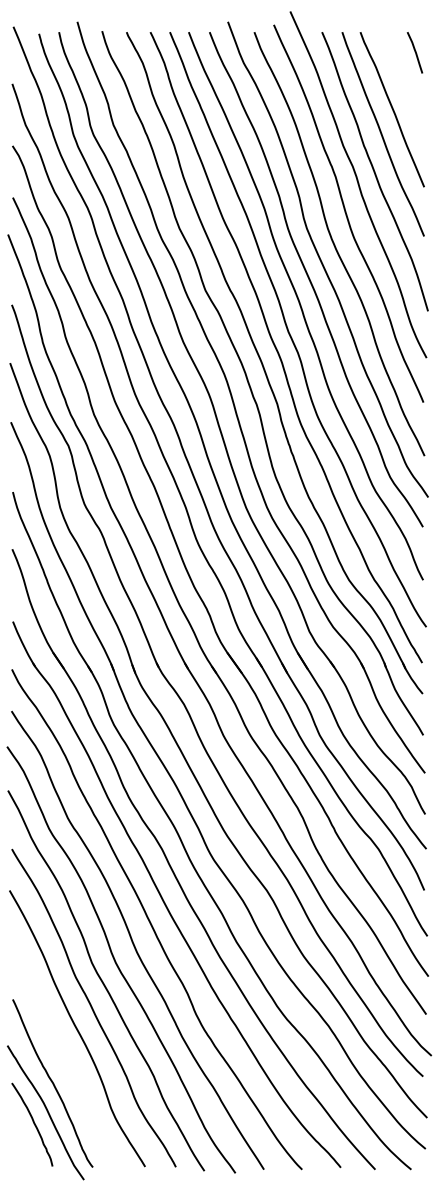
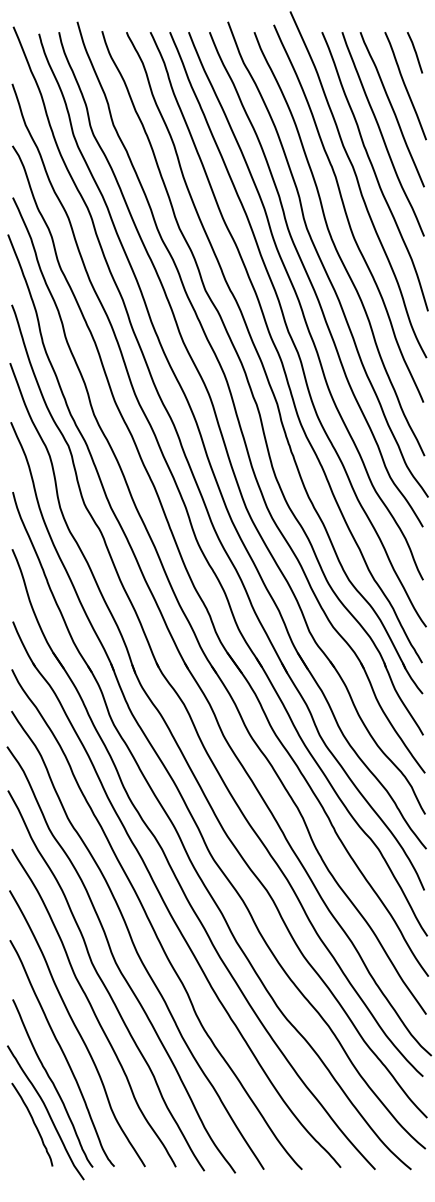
curve at (405, 86): none -> present
curve at (62, 1053): none -> present
